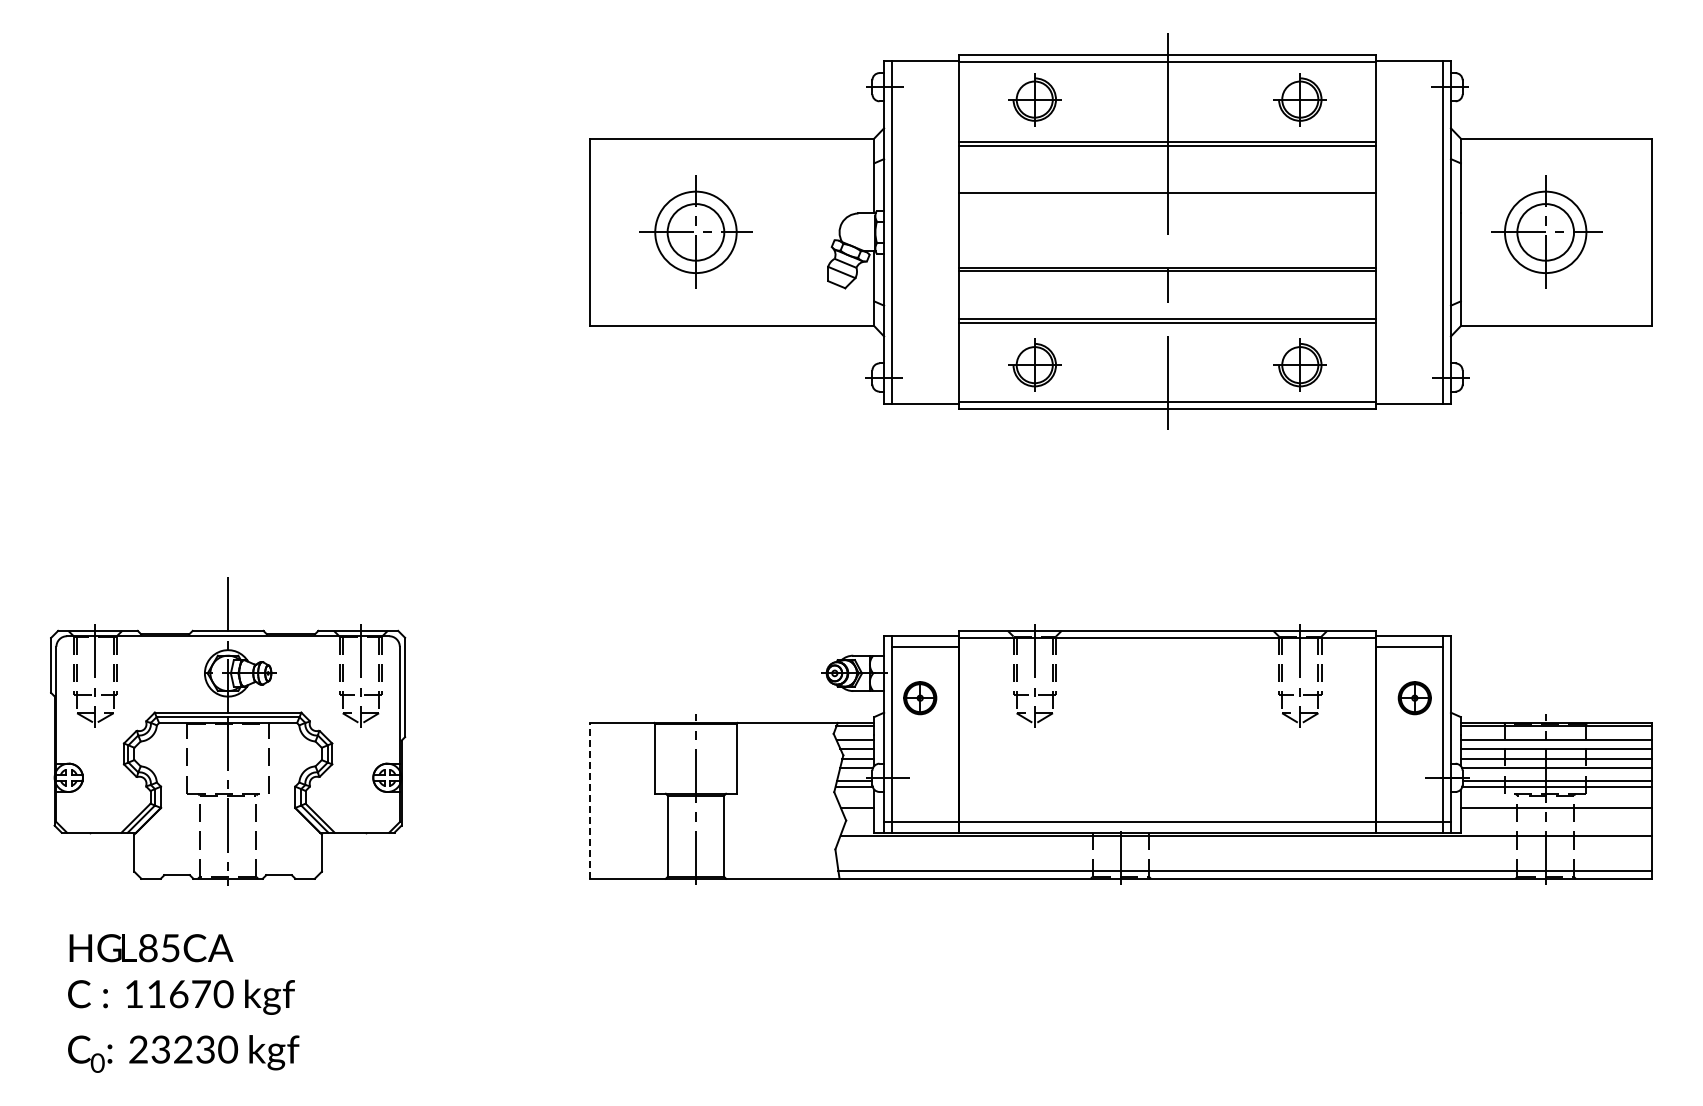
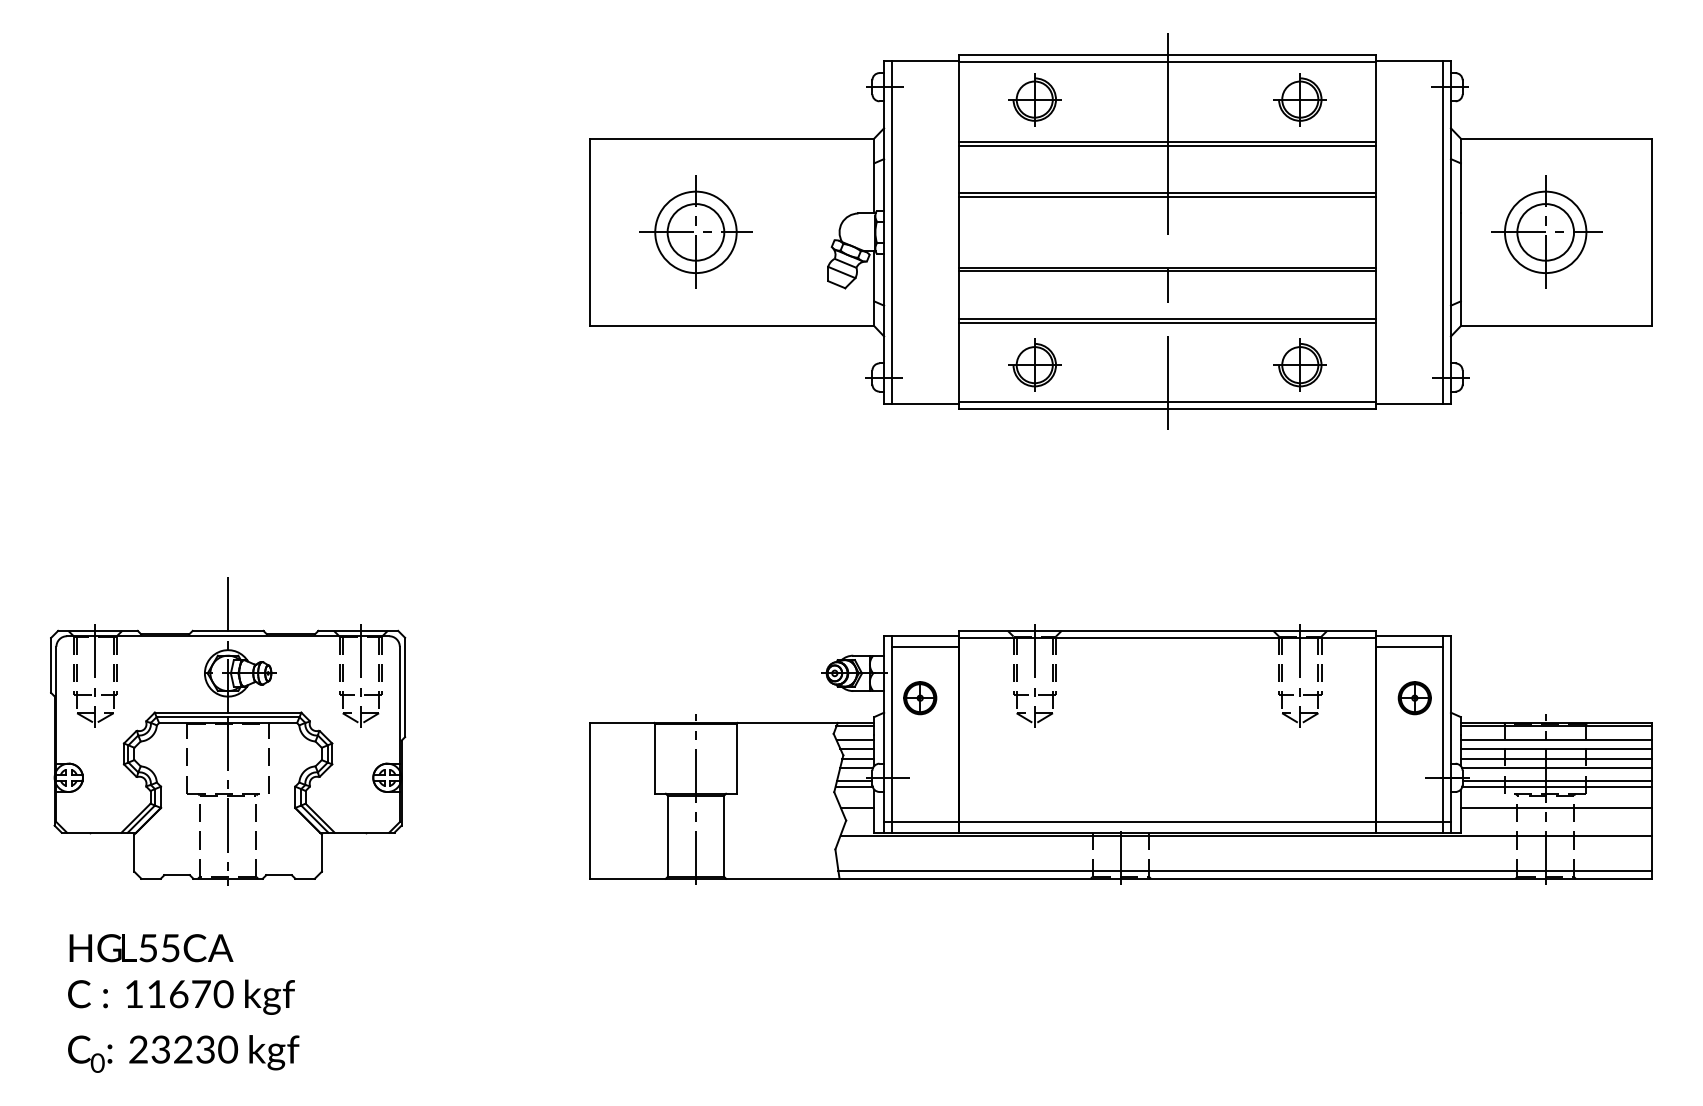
line at (1167, 196): none -> present
line at (589, 800): dashed -> solid
text at (148, 948): 85CA -> 55CA
